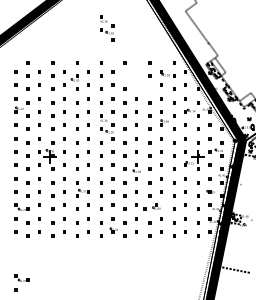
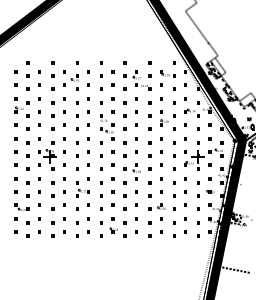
part at (107, 28): present -> none
part at (137, 80): none -> present
part at (151, 206) position: (151, 206) -> (156, 206)
part at (21, 282): present -> none
